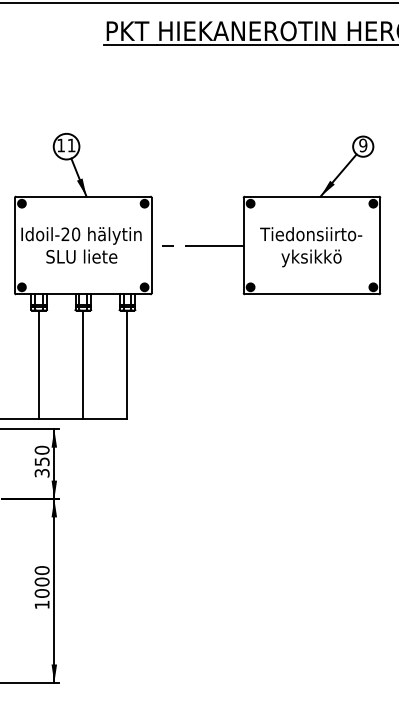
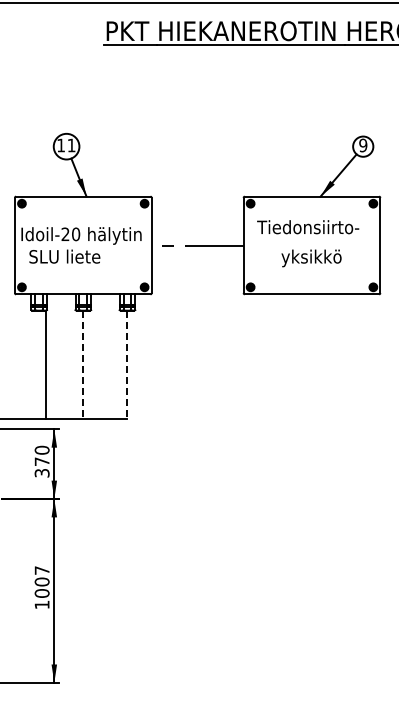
text at (311, 234) position: (311, 234) -> (308, 227)
text at (81, 256) position: (81, 256) -> (64, 256)
line at (39, 364) position: (39, 364) -> (46, 364)
line at (83, 365): solid -> dashed
line at (127, 365): solid -> dashed
text at (42, 461): 350 -> 370
text at (41, 570): 1000 -> 1007
